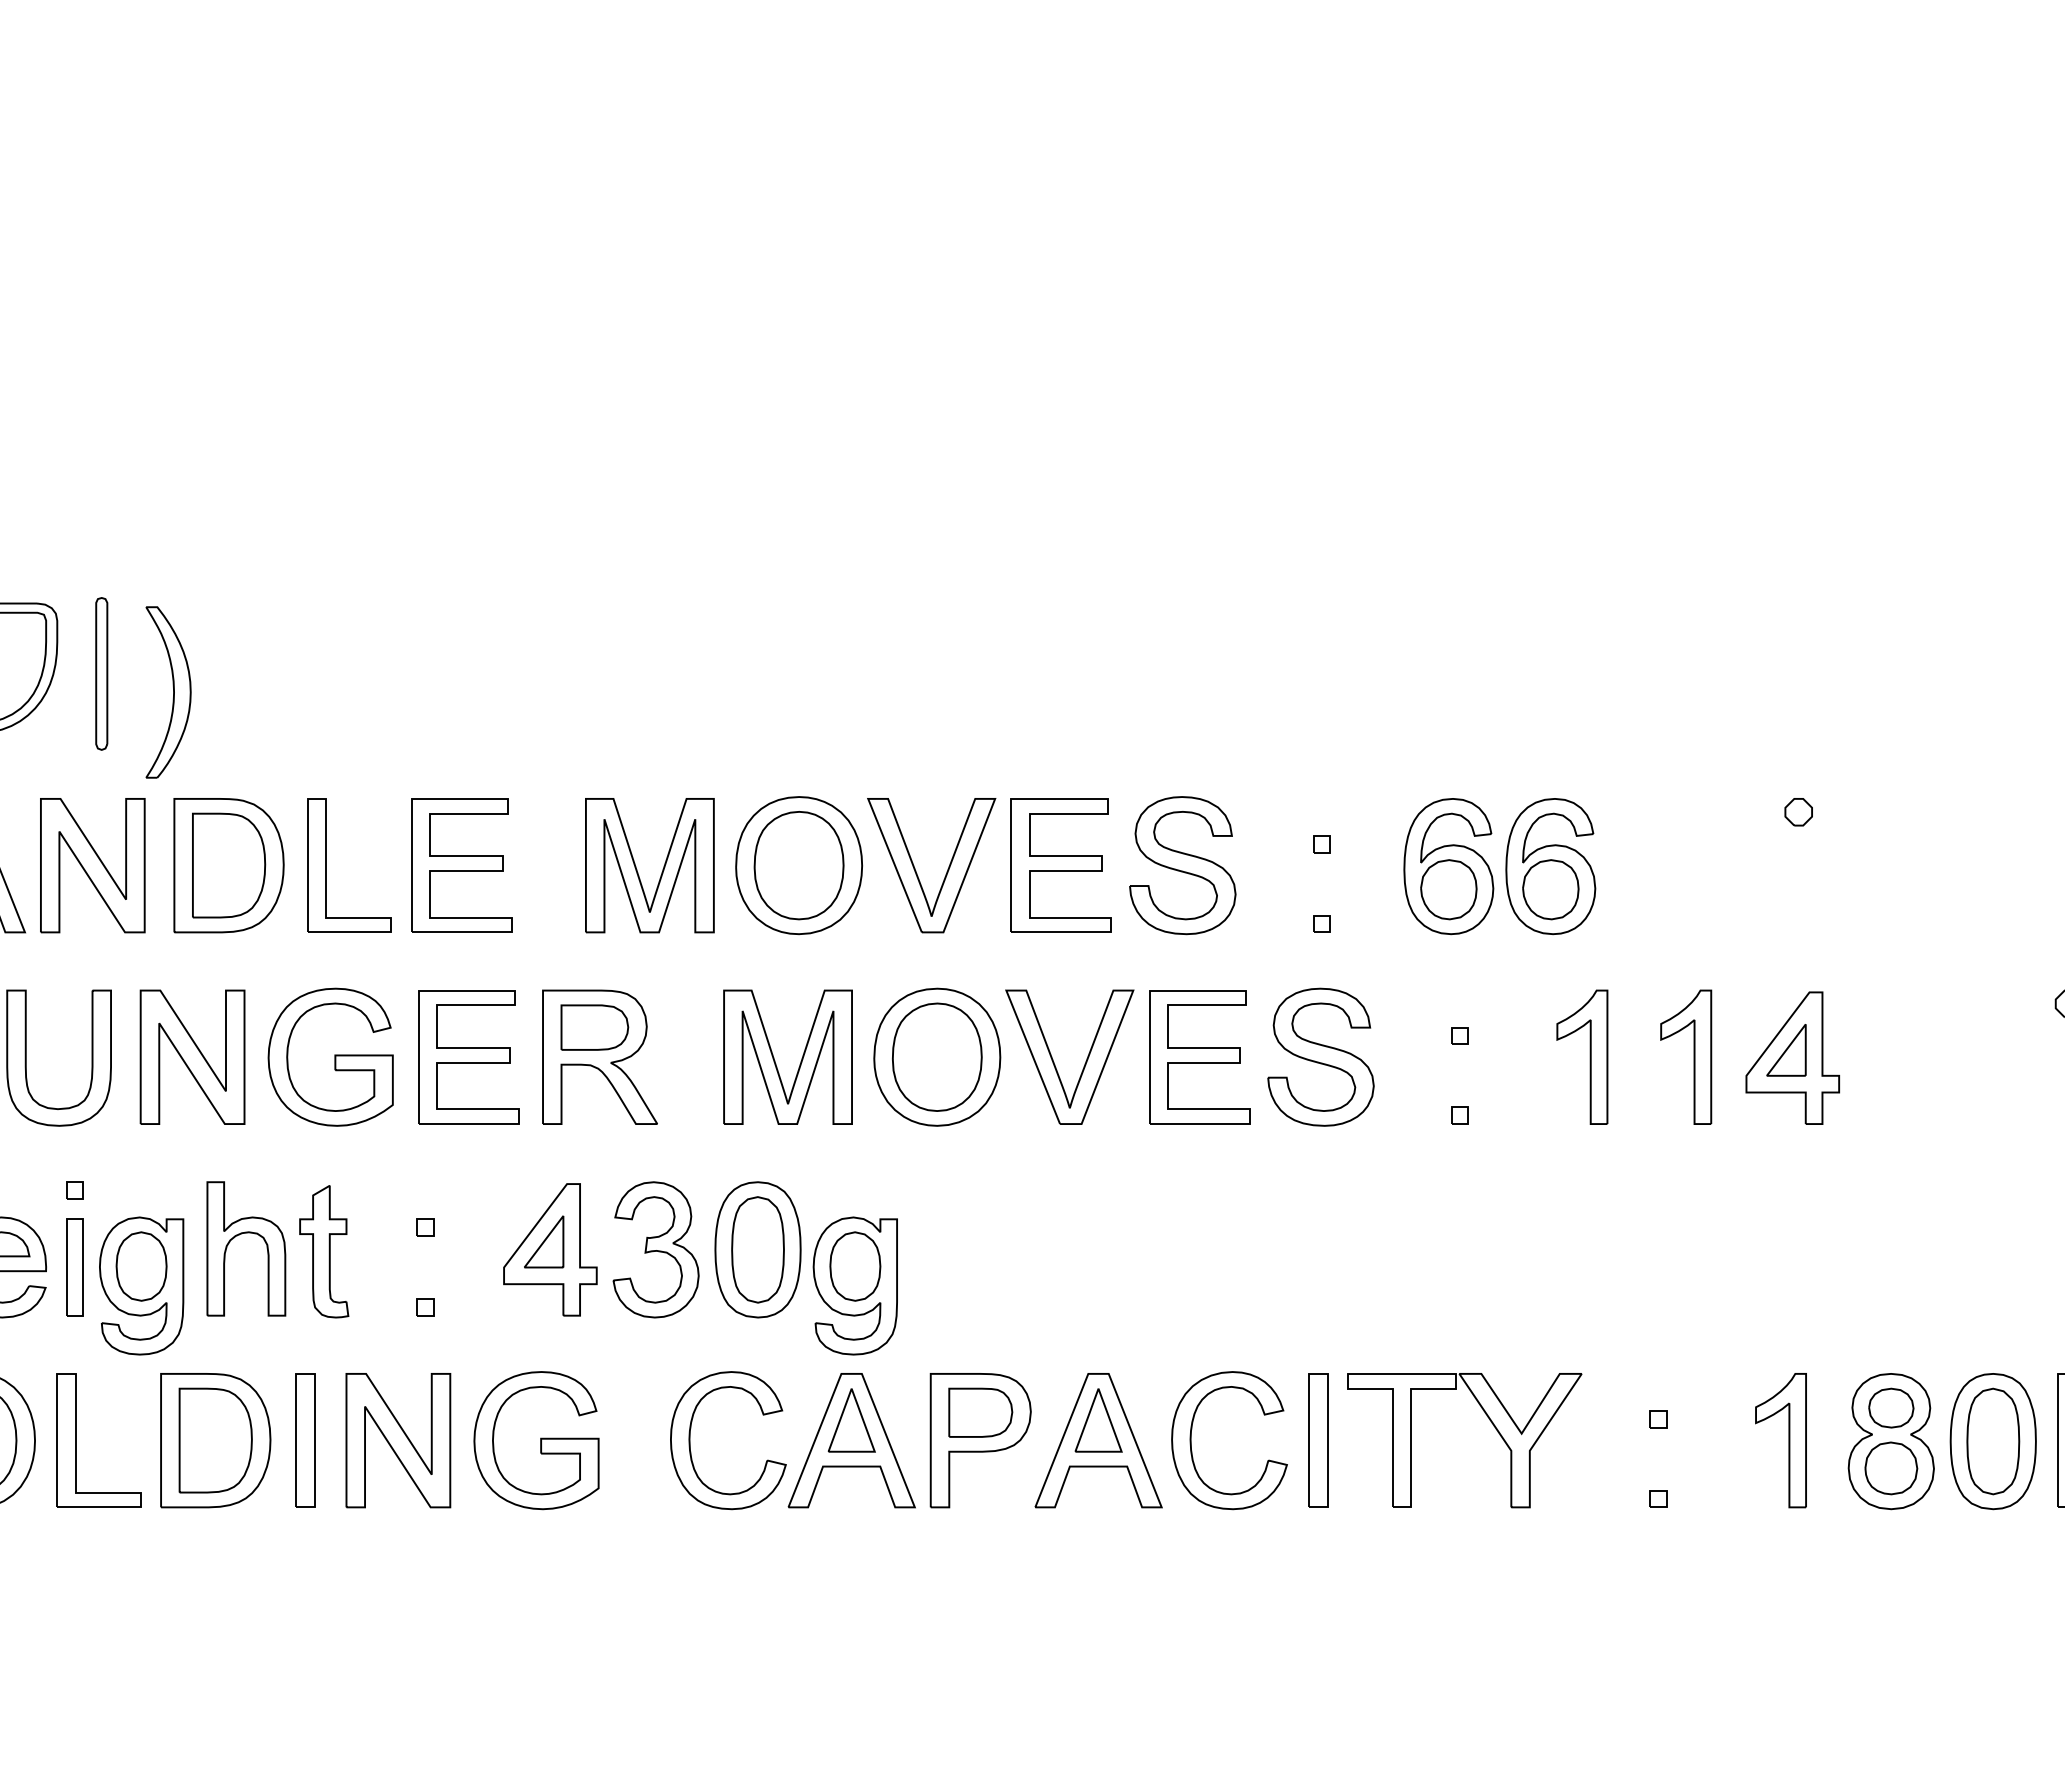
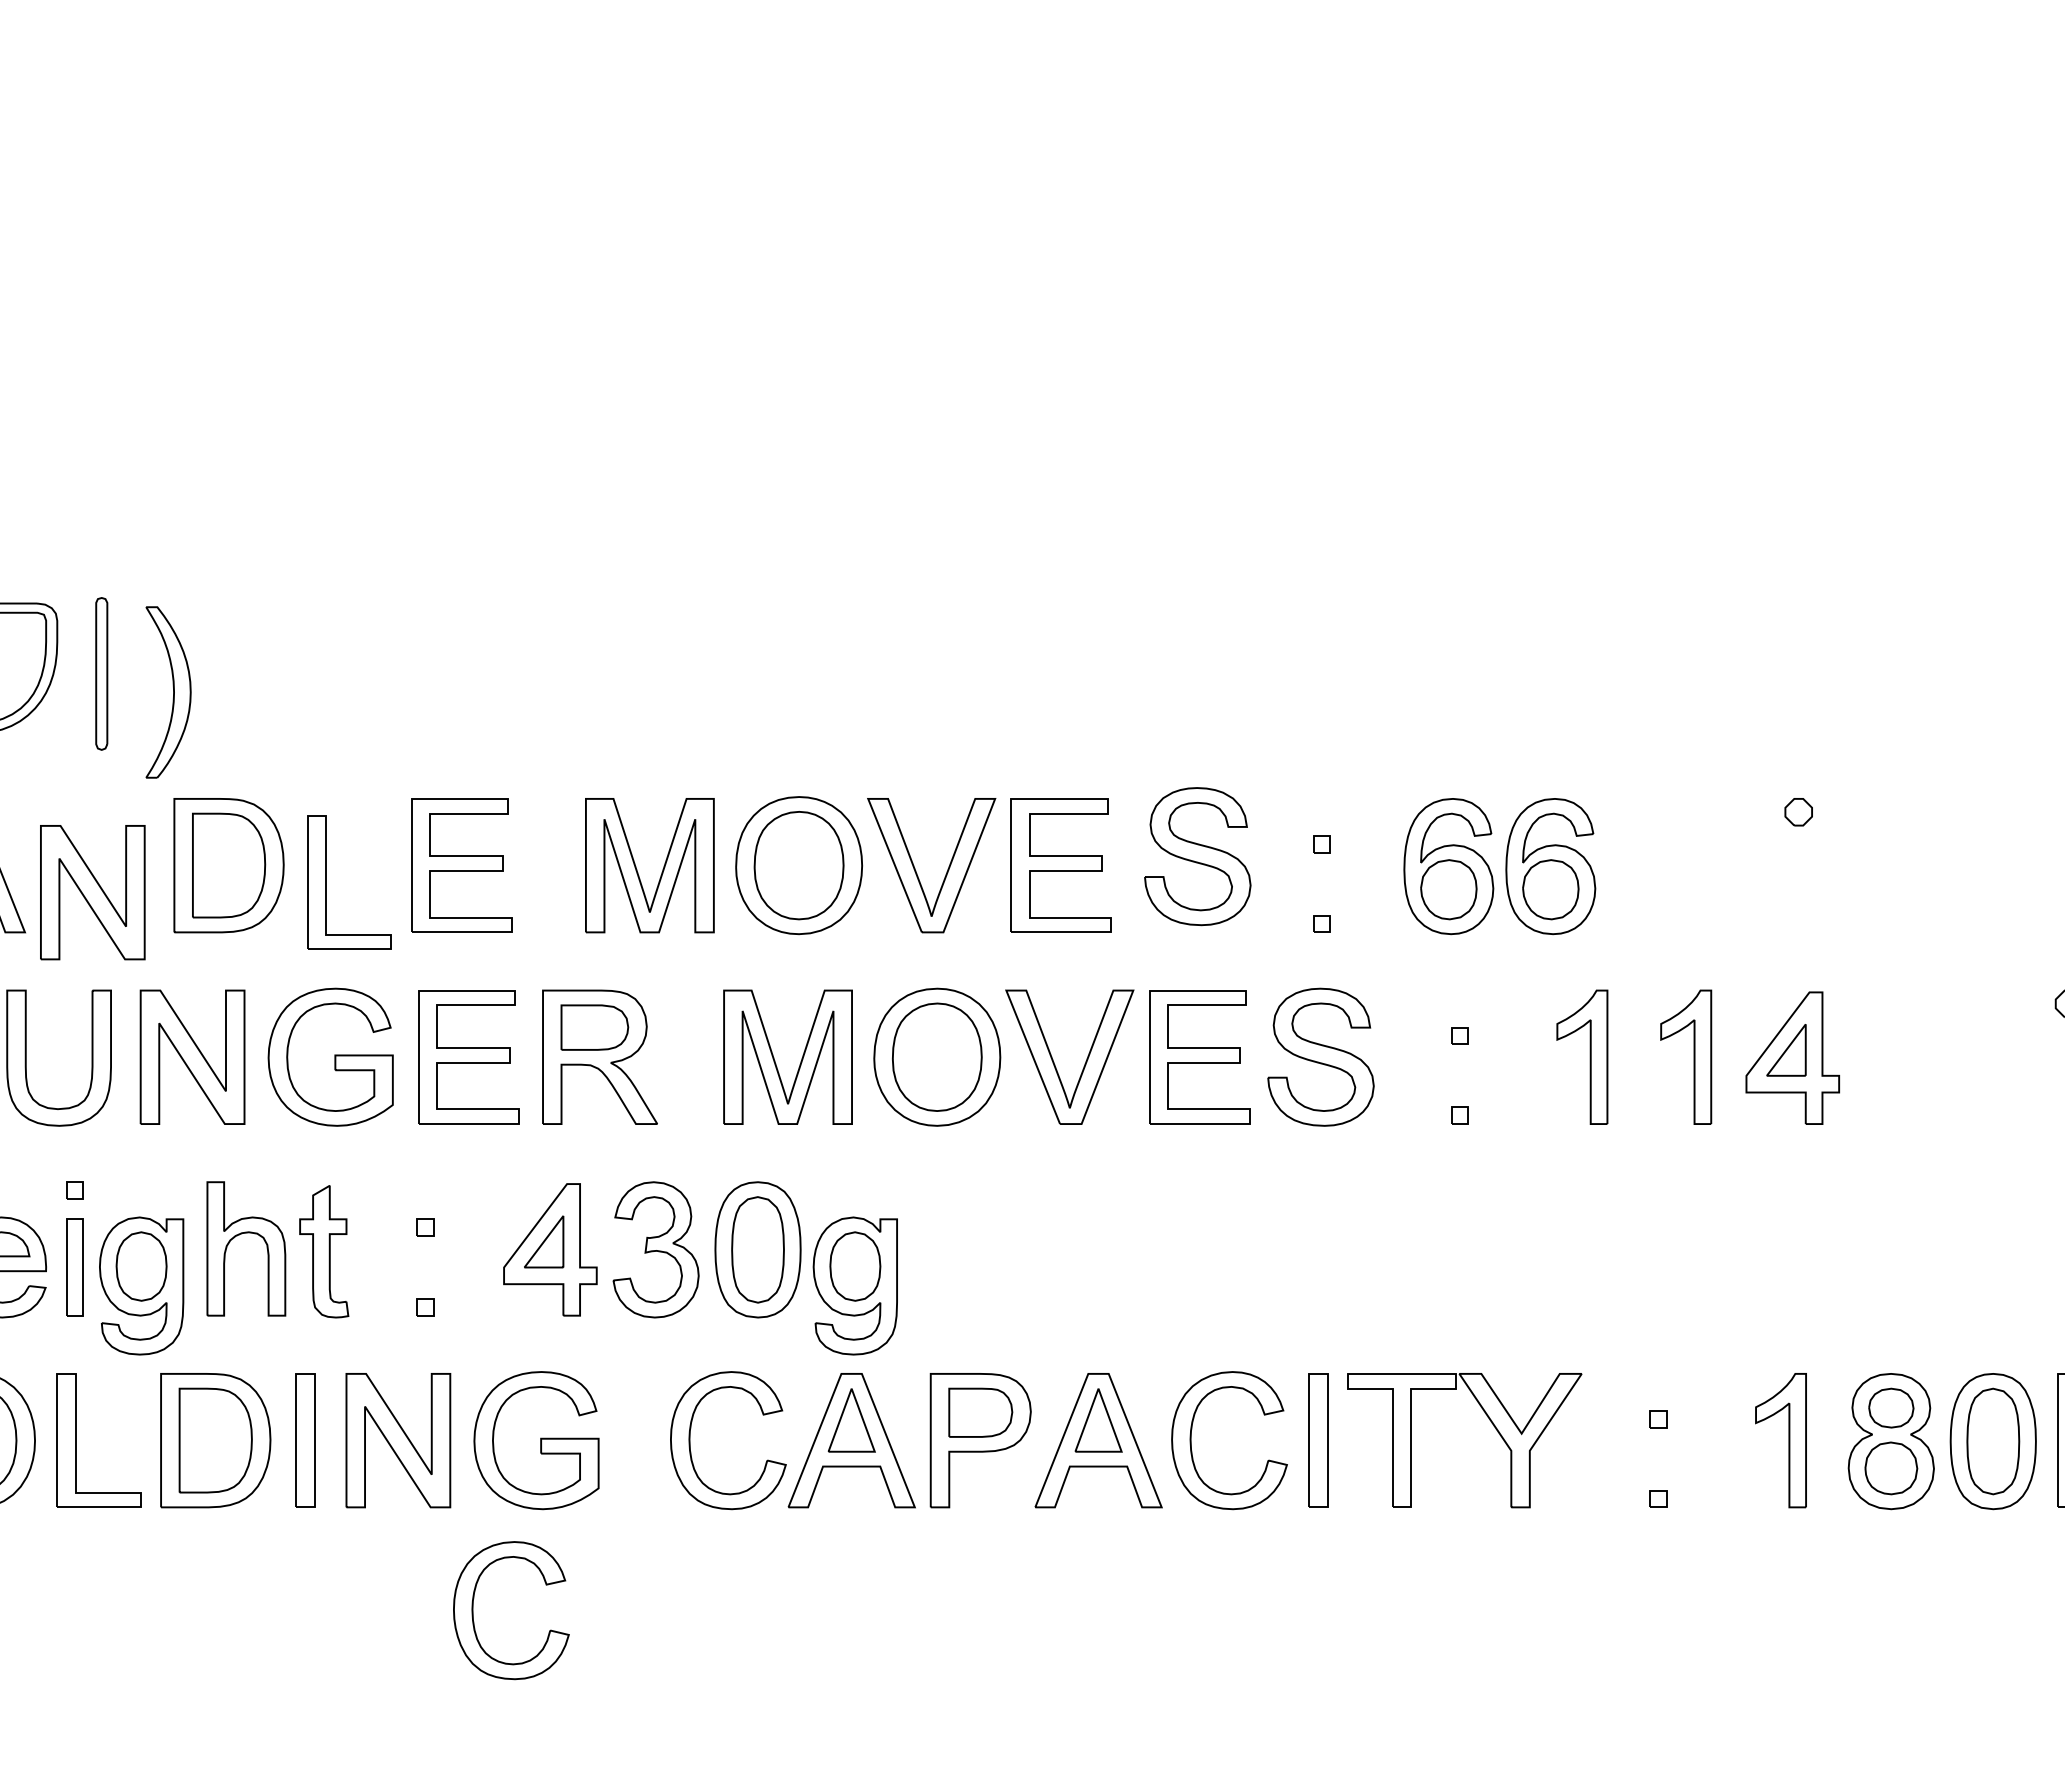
part at (92, 865) position: (92, 865) -> (92, 892)
part at (326, 865) position: (326, 865) -> (326, 882)
part at (1182, 865) position: (1182, 865) -> (1197, 856)
part at (473, 1610): none -> present
